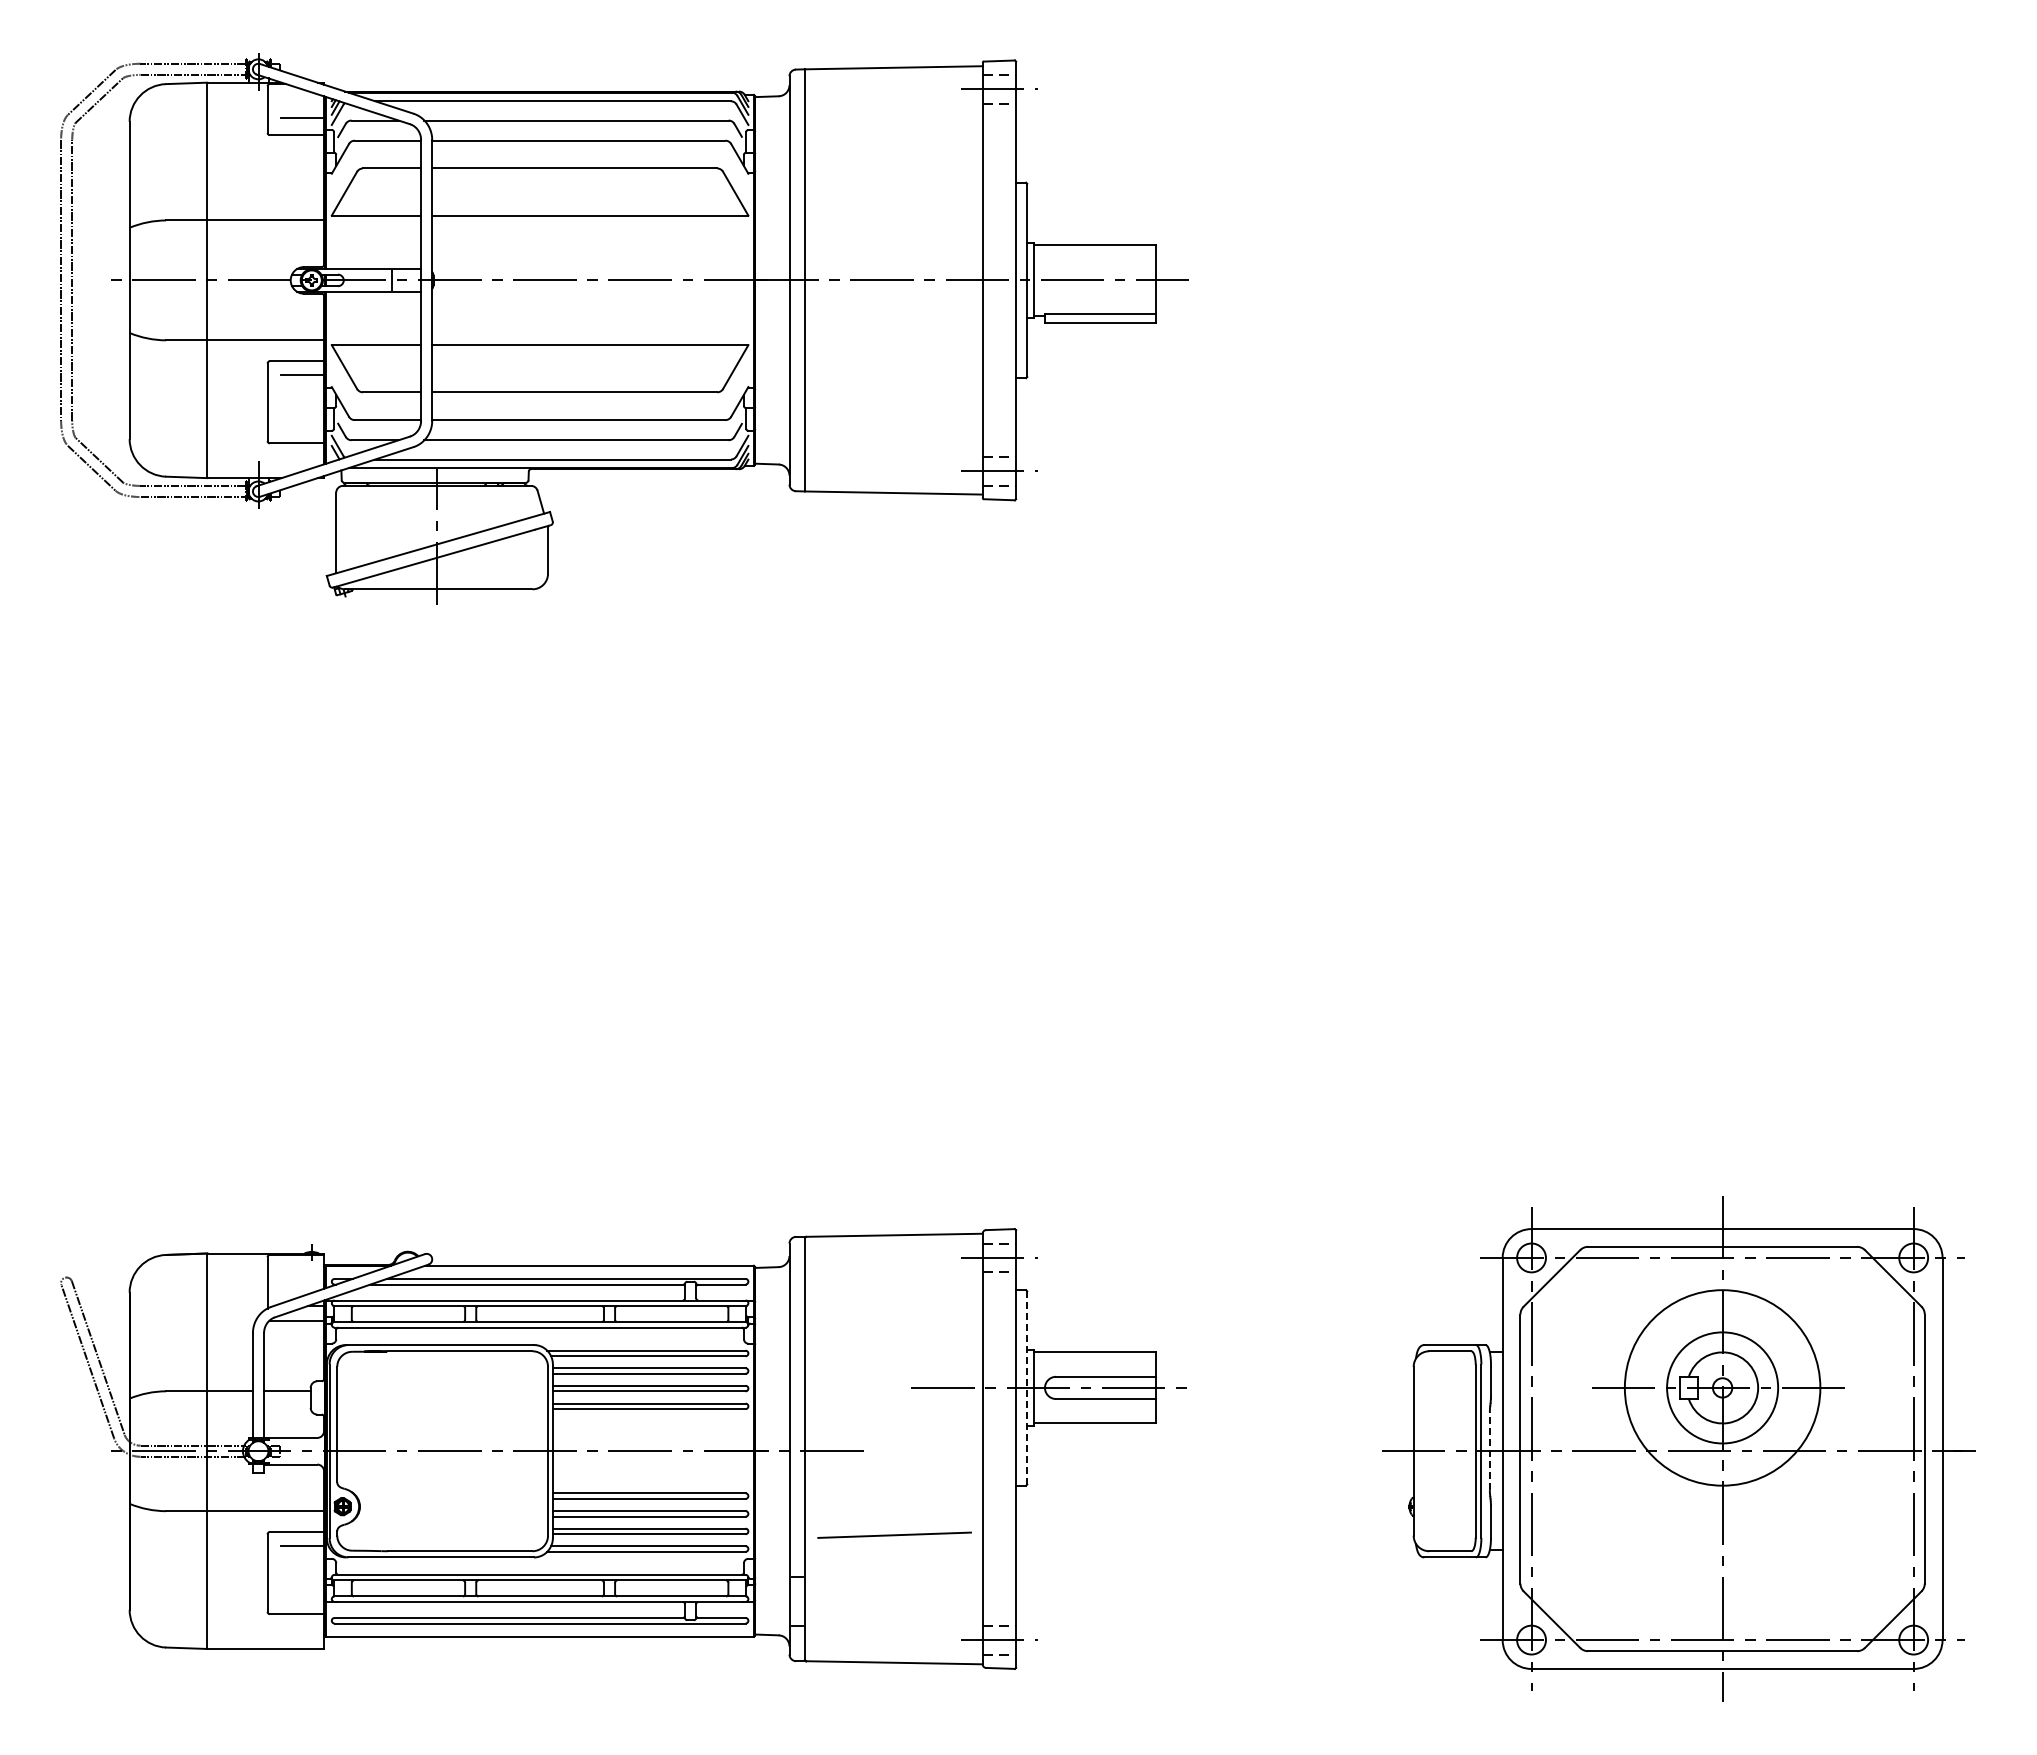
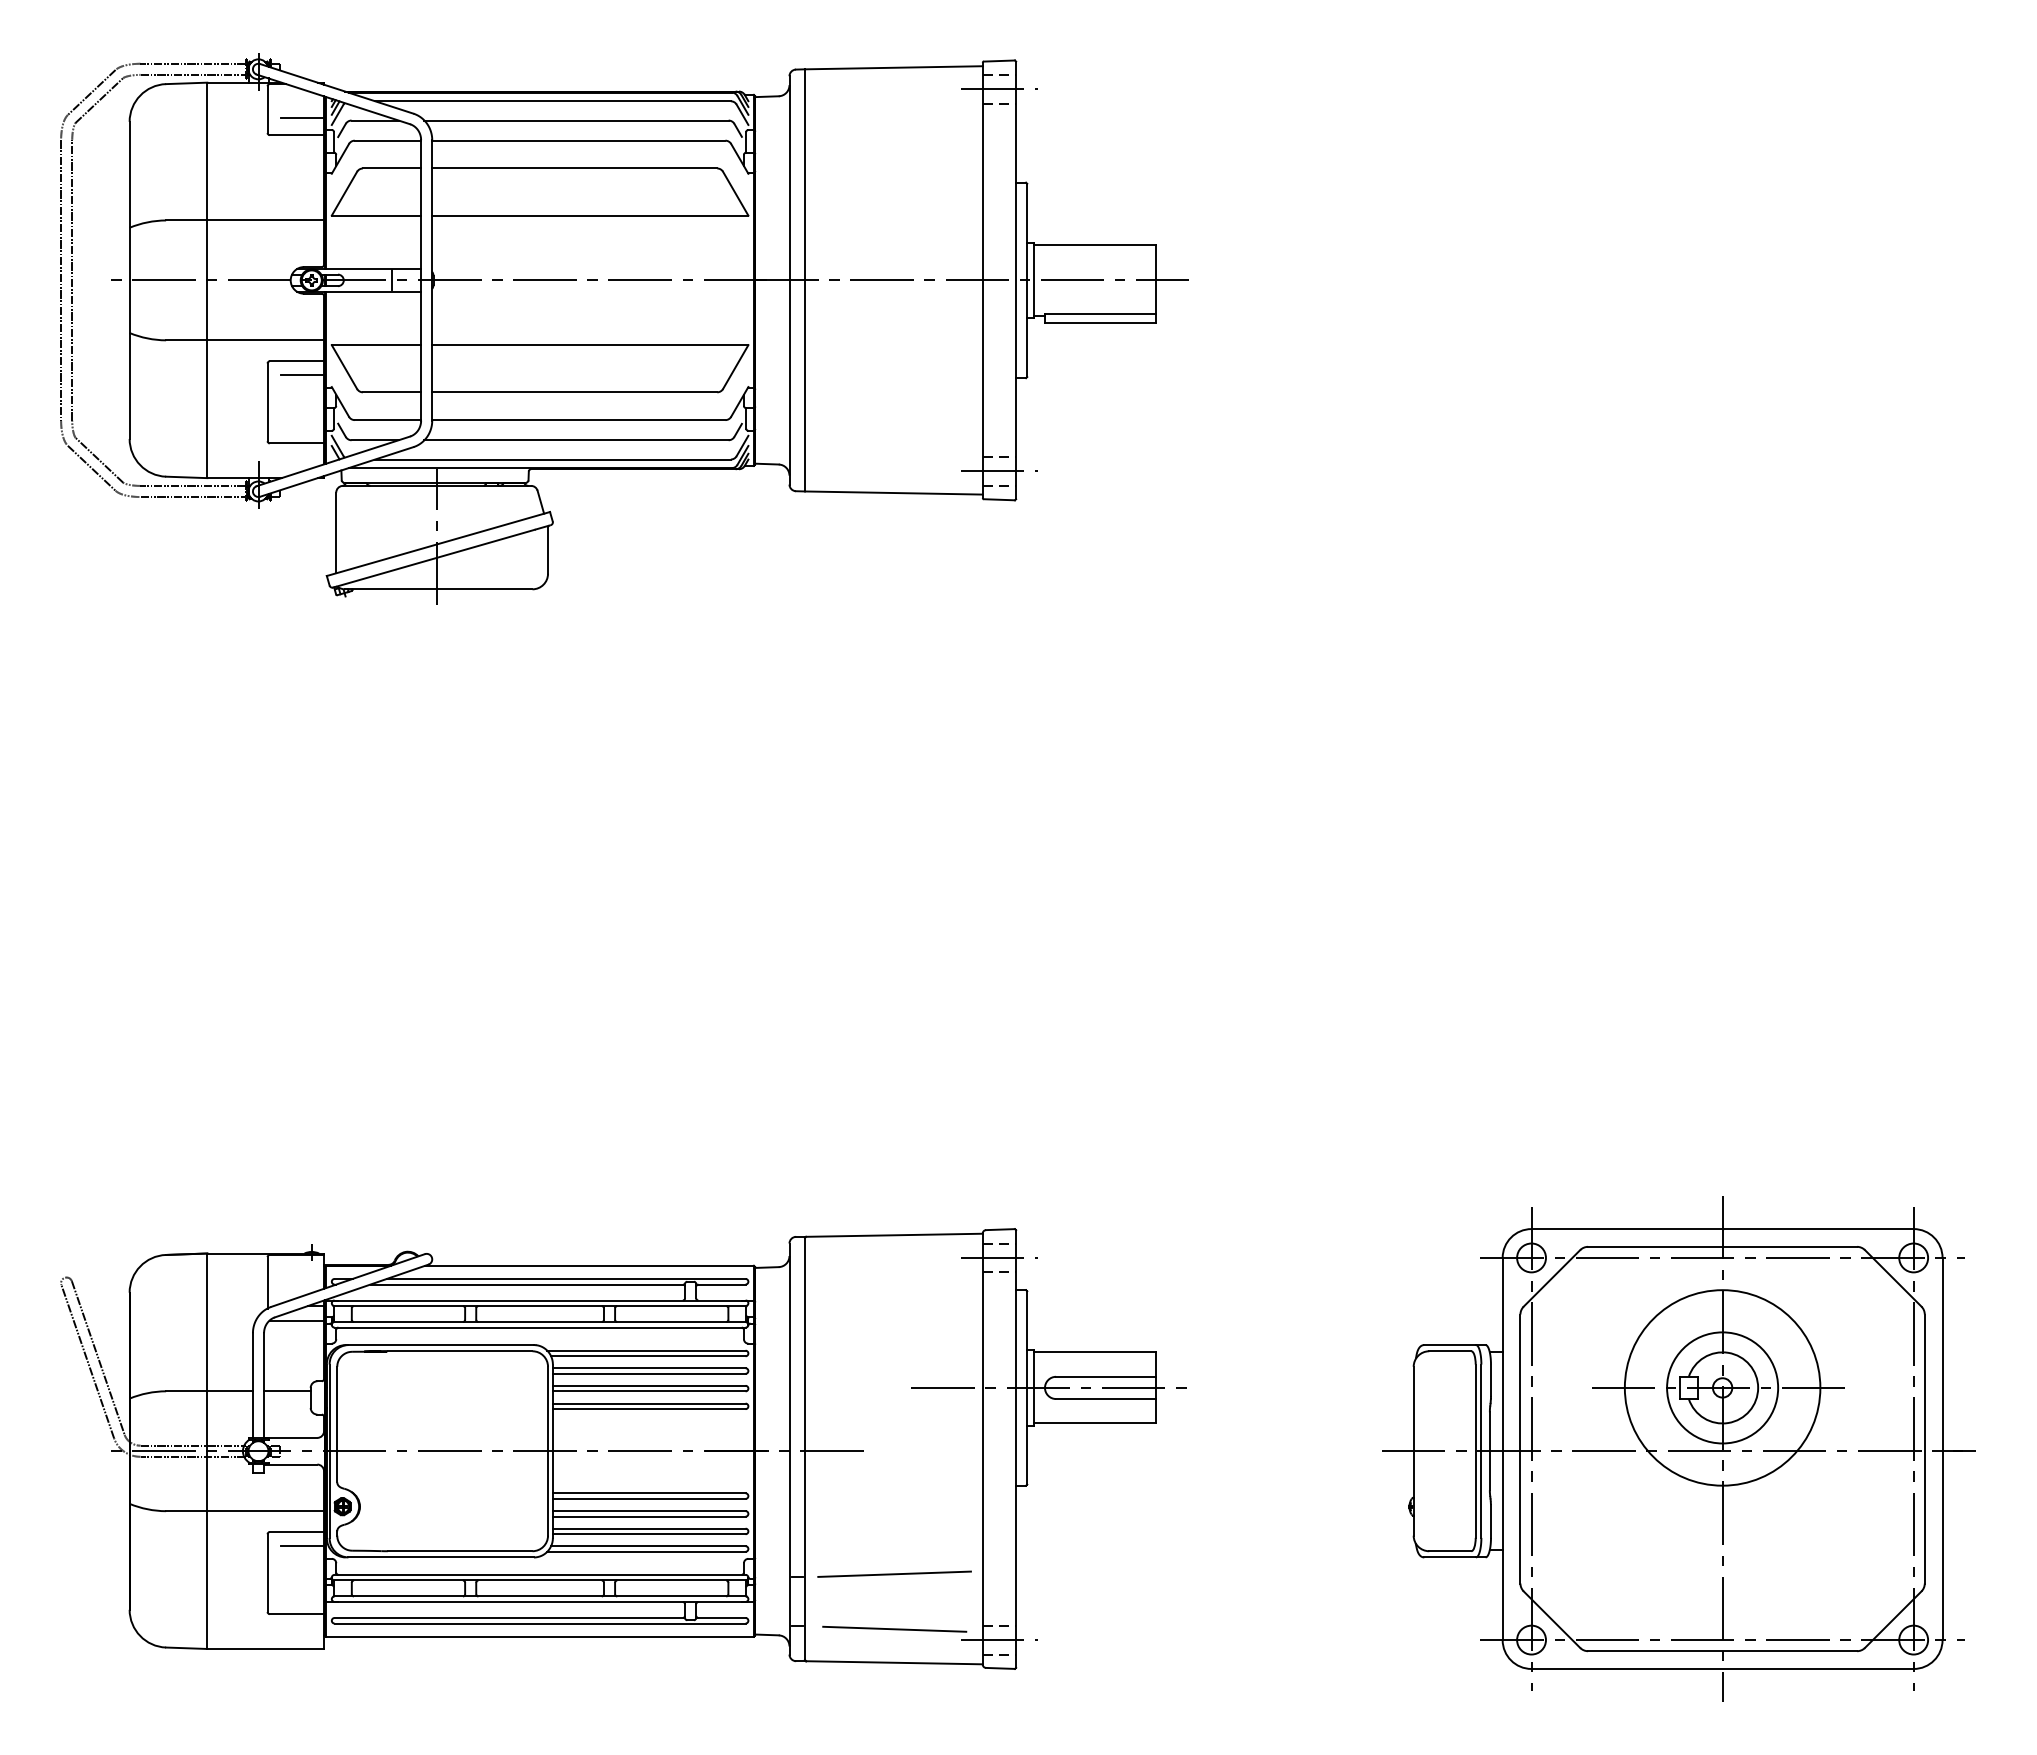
line at (1027, 1387): dashed -> solid
line at (1489, 1451): dashed -> solid
line at (894, 1534) position: (894, 1534) -> (894, 1573)
line at (894, 1628): none -> present
